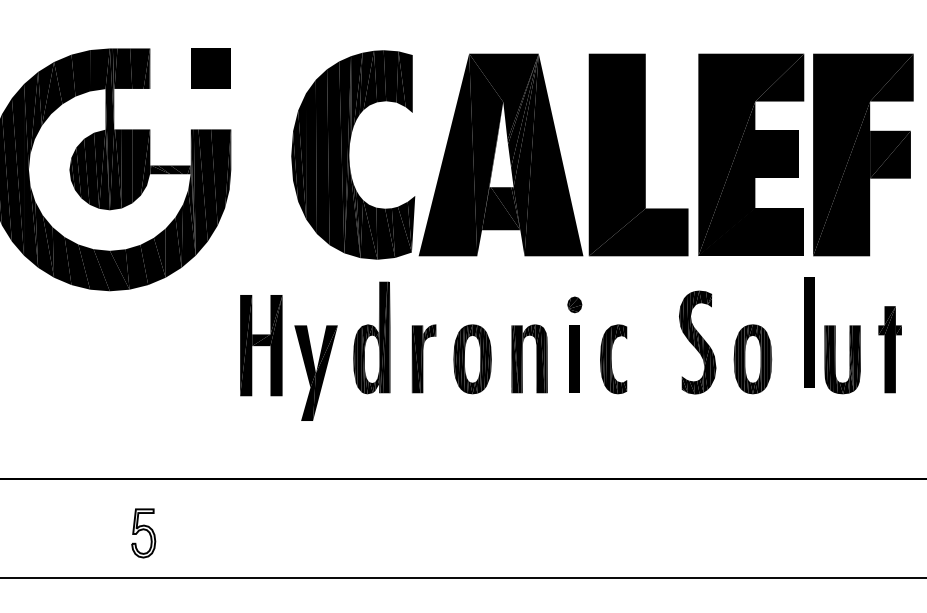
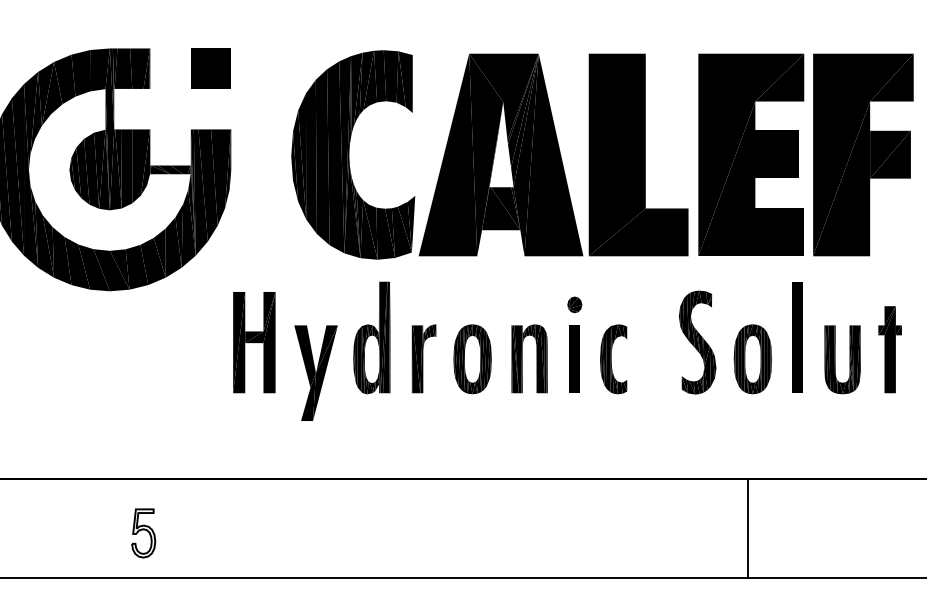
part at (809, 332) position: (809, 332) -> (797, 337)
part at (261, 345) position: (261, 345) -> (254, 342)
line at (747, 527): none -> present
